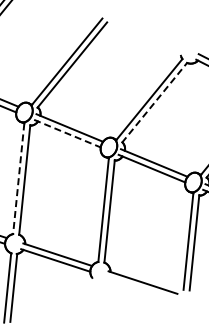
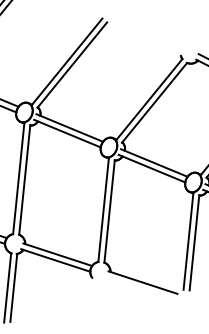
line at (154, 102): dashed -> solid
line at (67, 133): dashed -> solid
line at (18, 178): dashed -> solid
